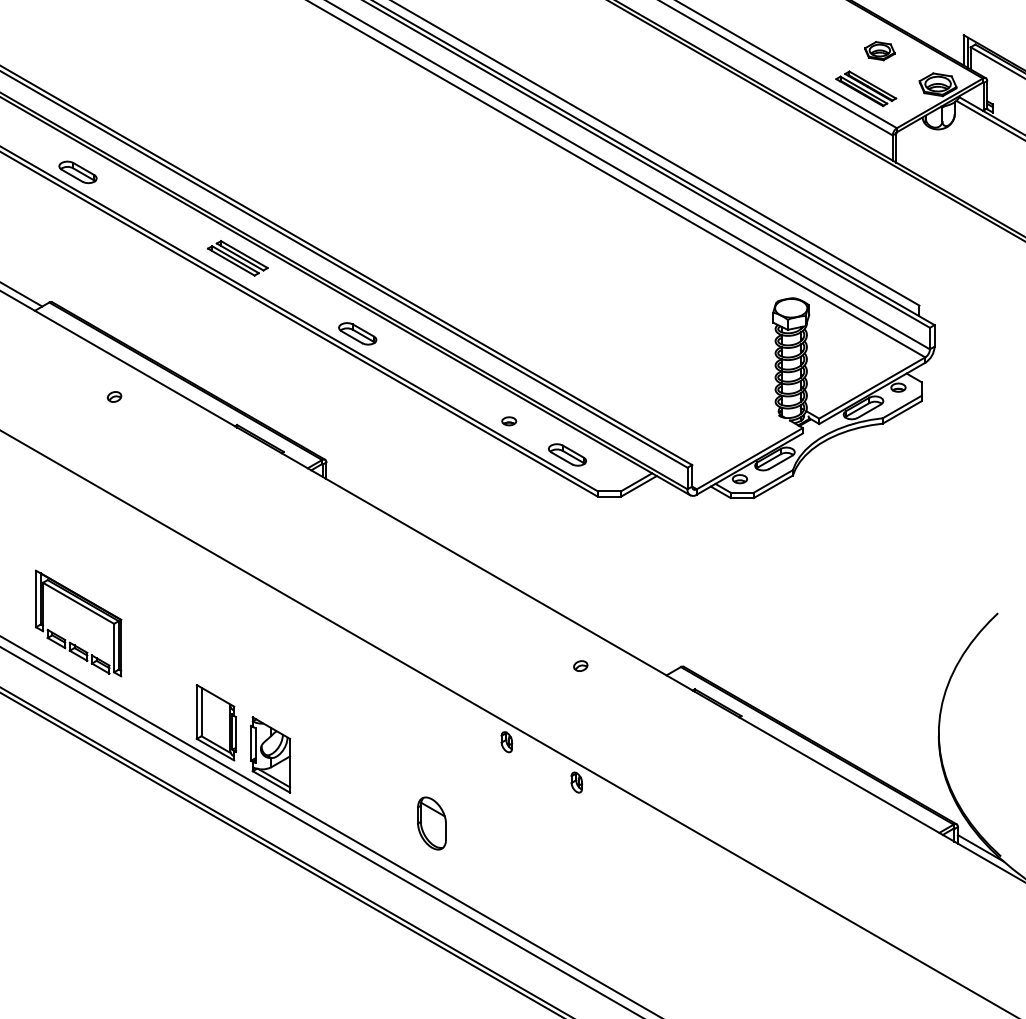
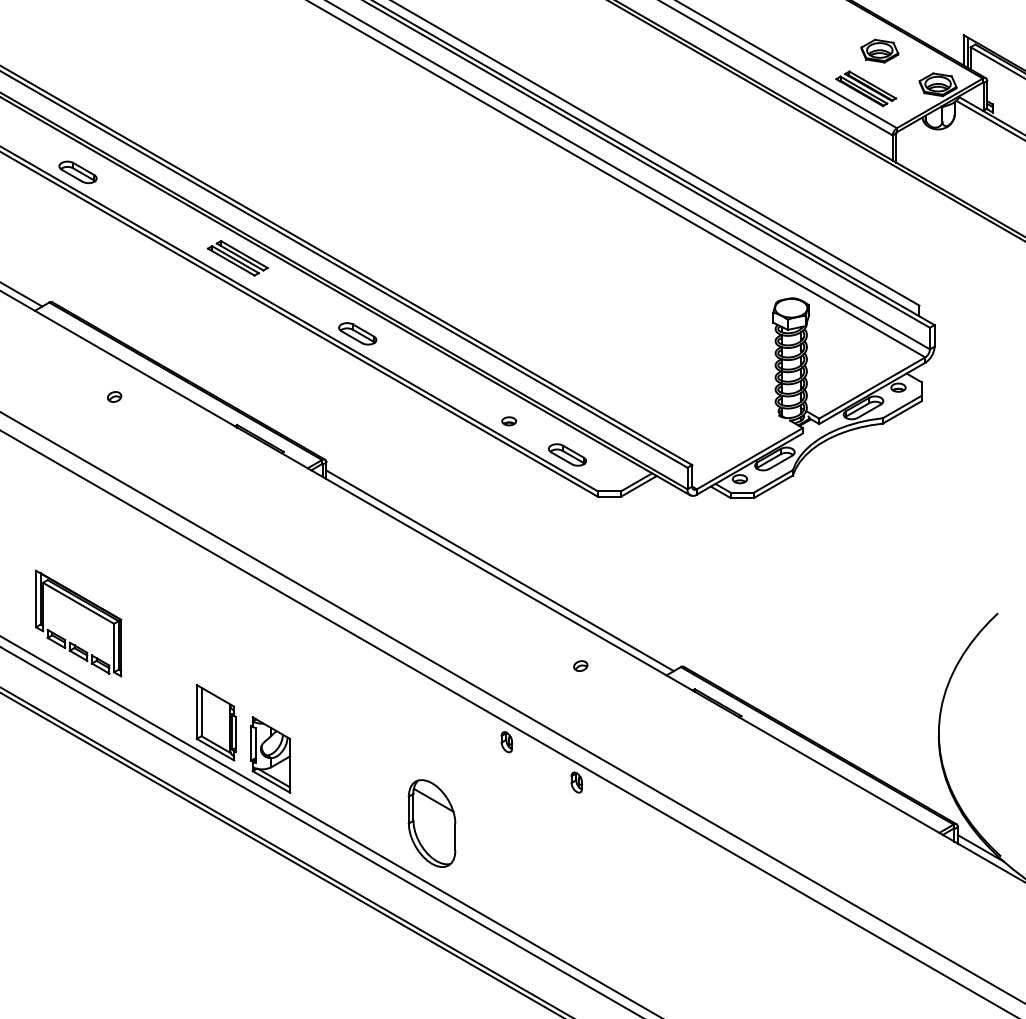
part at (879, 51) size: 32x21 px -> 40x26 px
line at (499, 570): none -> present
line at (512, 707): none -> present
part at (431, 823) size: 30x55 px -> 50x89 px
